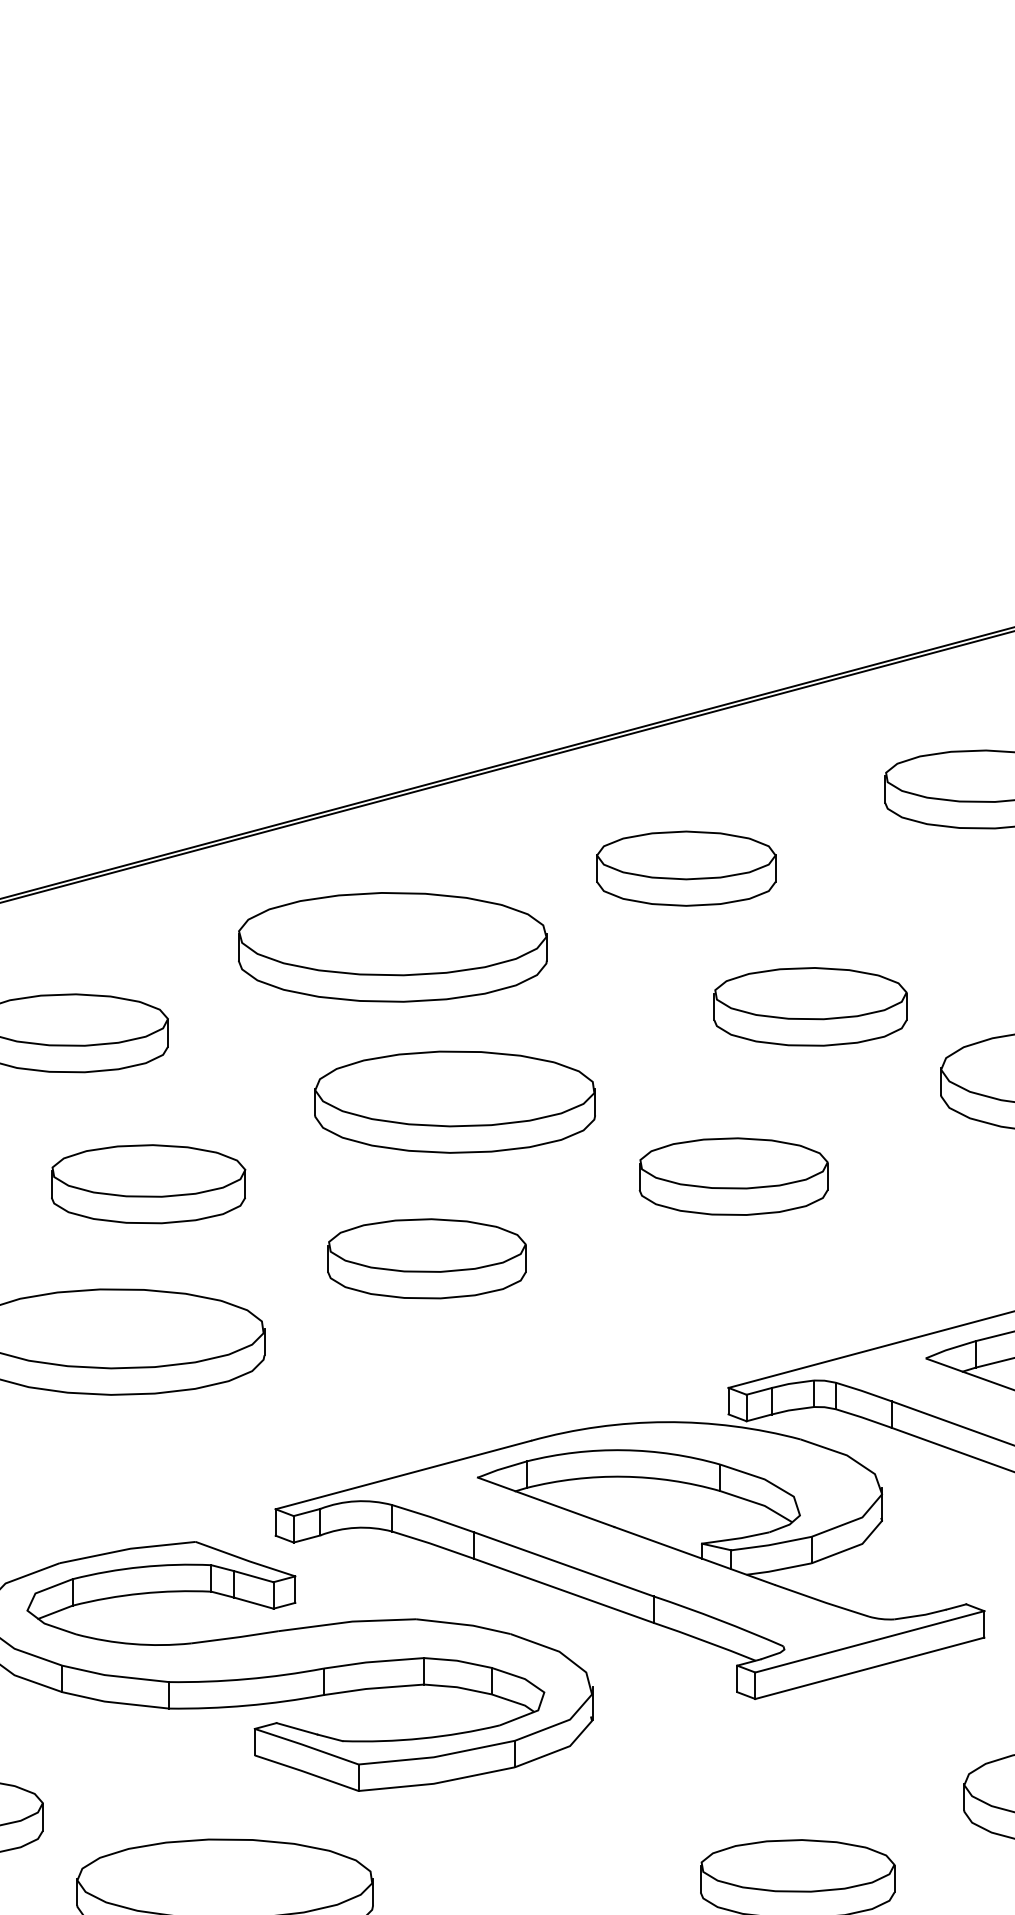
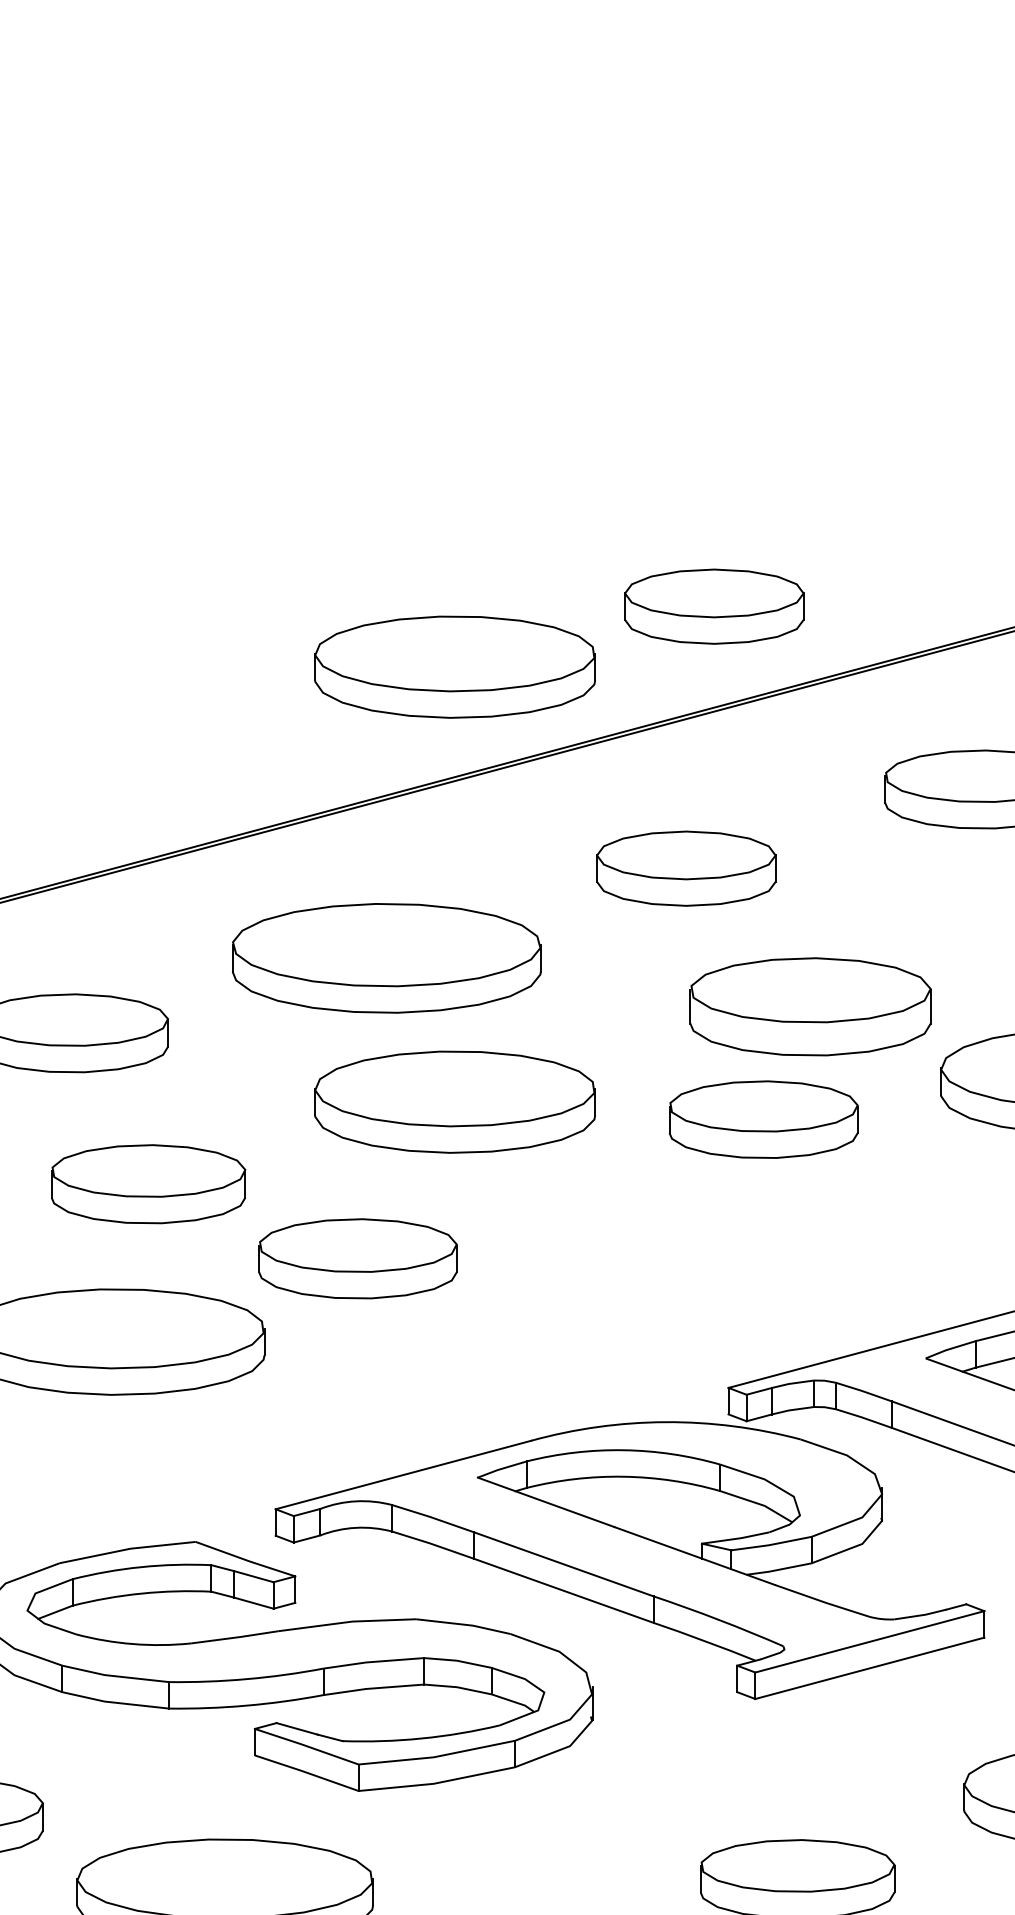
part at (714, 606): none -> present
part at (454, 666): none -> present
part at (392, 947) position: (392, 947) -> (386, 958)
part at (810, 1006) size: 195x80 px -> 243x100 px
part at (733, 1176) position: (733, 1176) -> (763, 1119)
part at (426, 1258) position: (426, 1258) -> (357, 1258)
